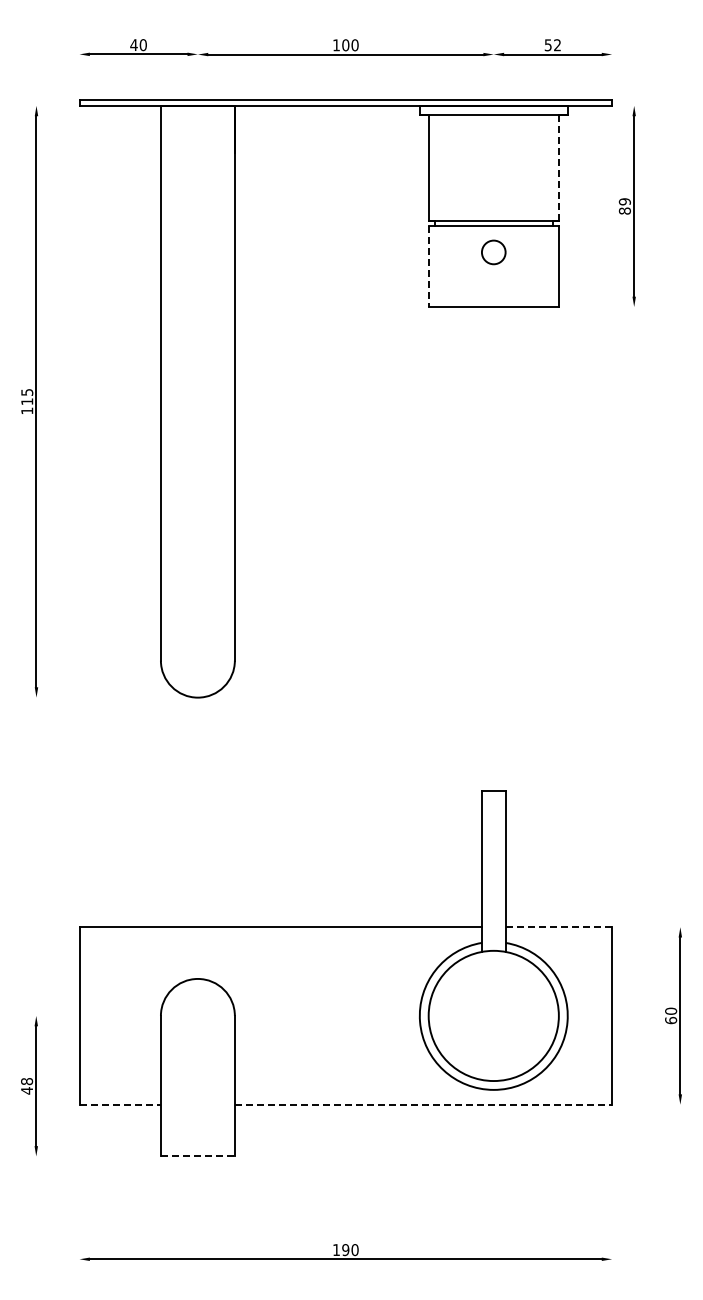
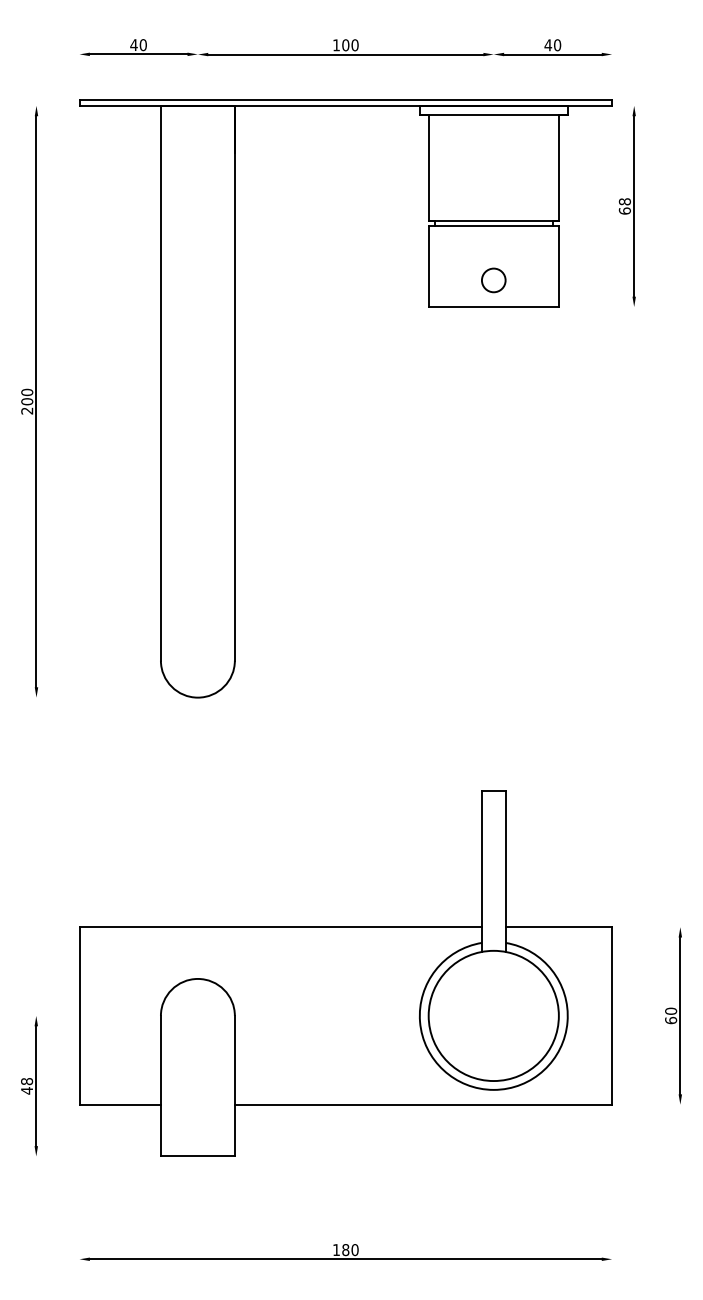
text at (552, 45): 52 -> 40
line at (558, 167): dashed -> solid
text at (624, 206): 89 -> 68
circle at (493, 252) position: (493, 252) -> (493, 280)
line at (428, 266): dashed -> solid
text at (27, 401): 115 -> 200
line at (558, 927): dashed -> solid
line at (120, 1104): dashed -> solid
line at (423, 1104): dashed -> solid
line at (197, 1156): dashed -> solid
text at (345, 1250): 190 -> 180
